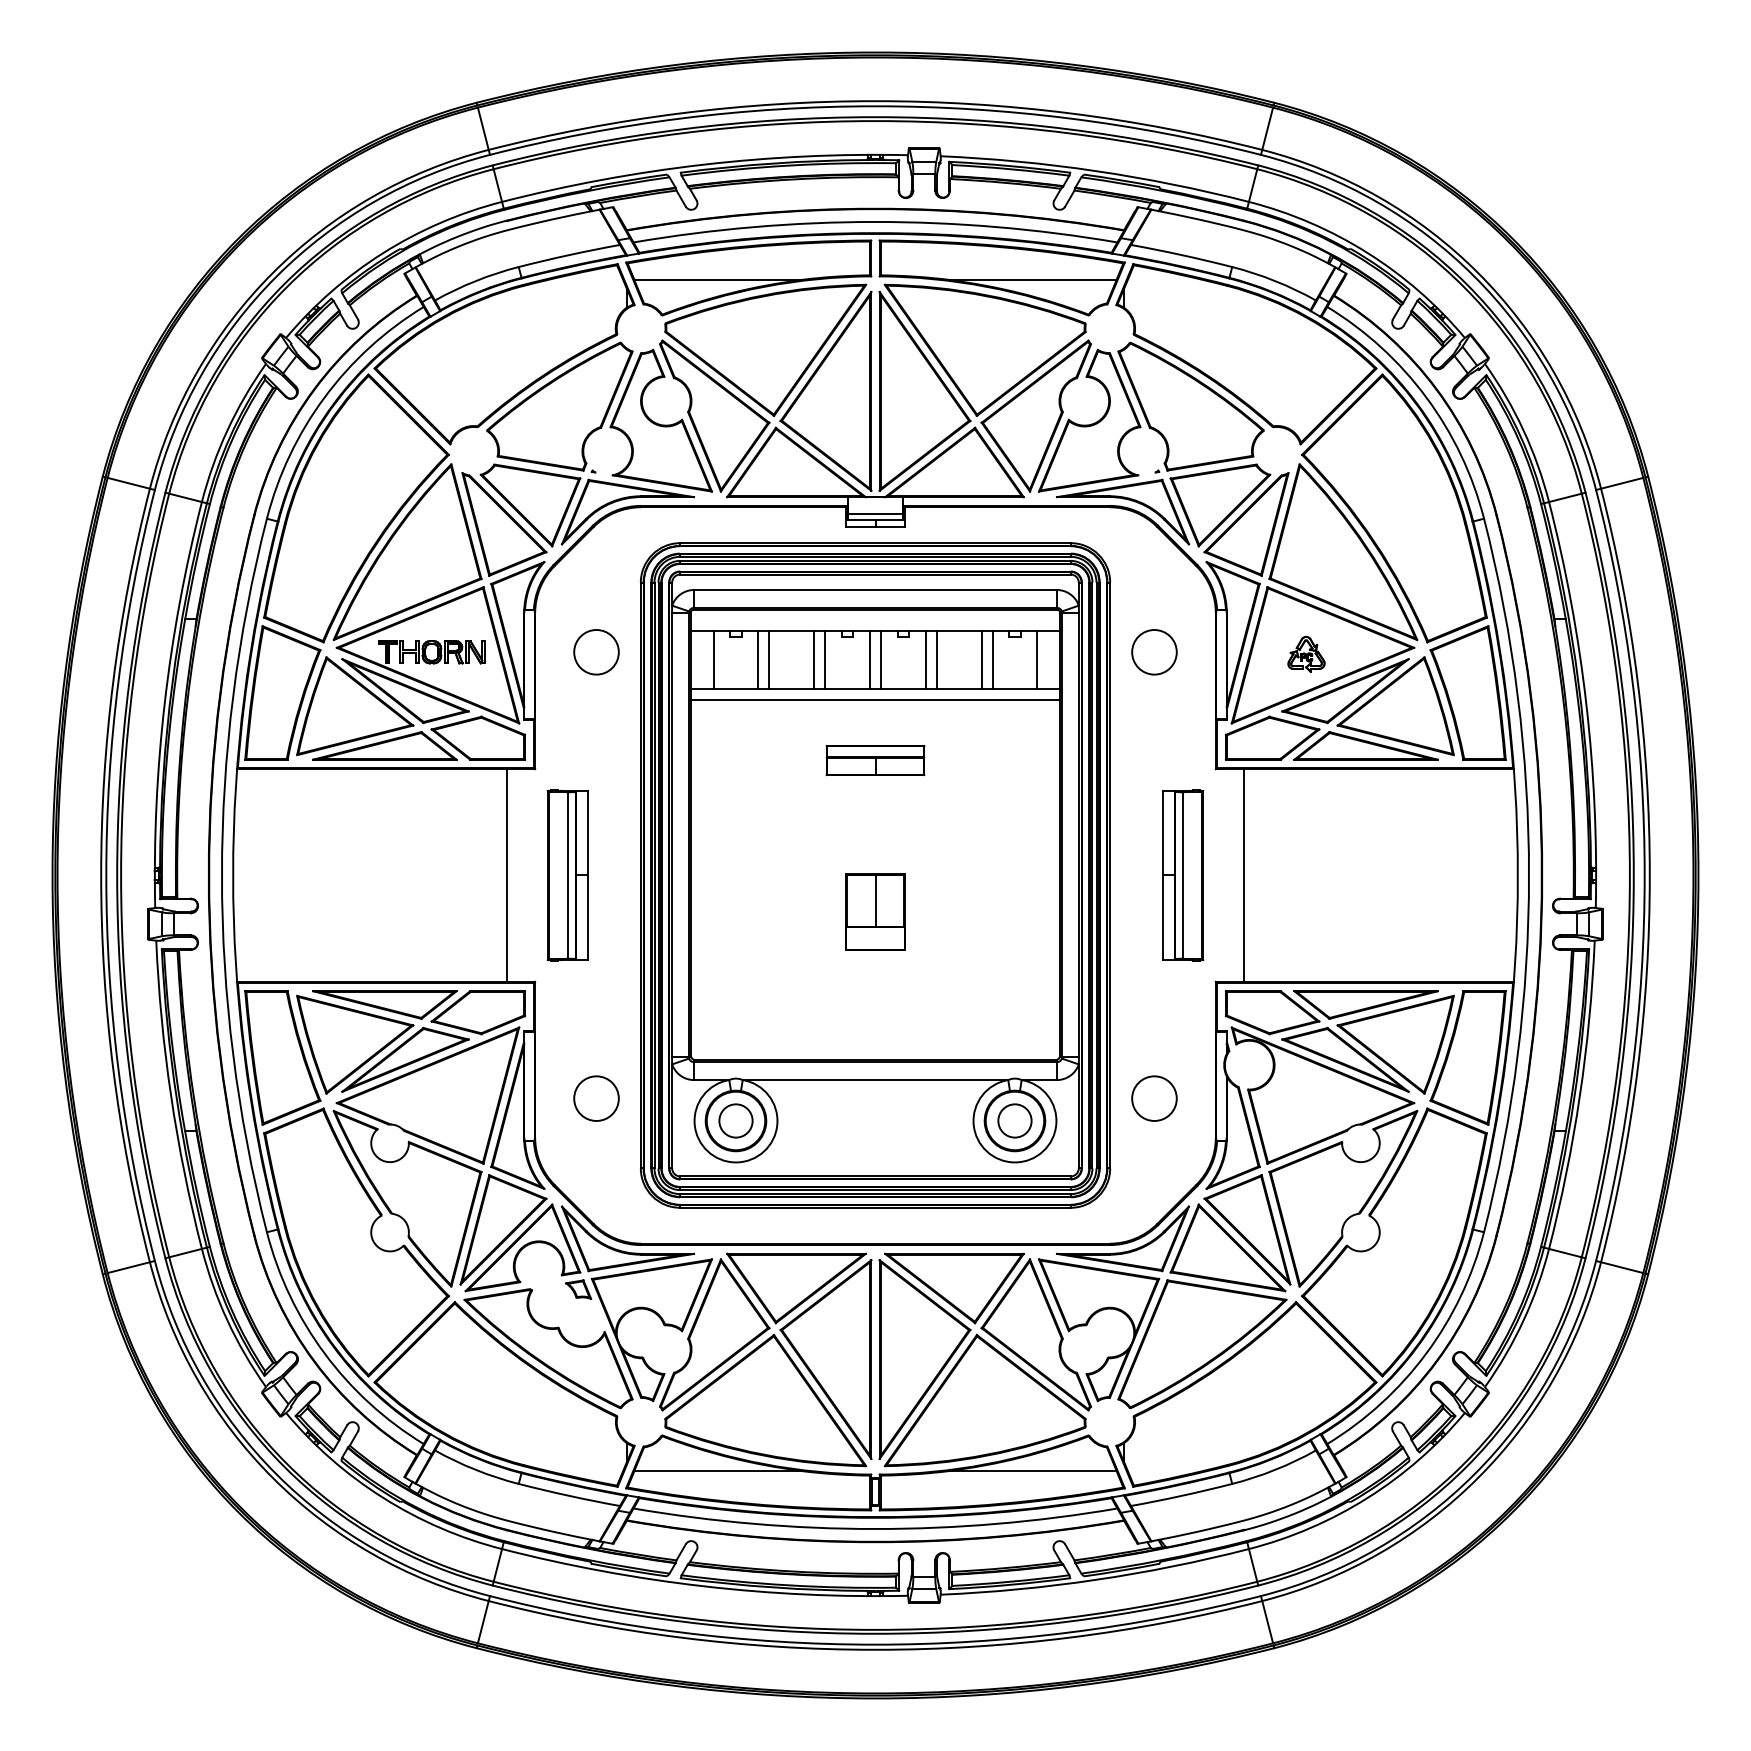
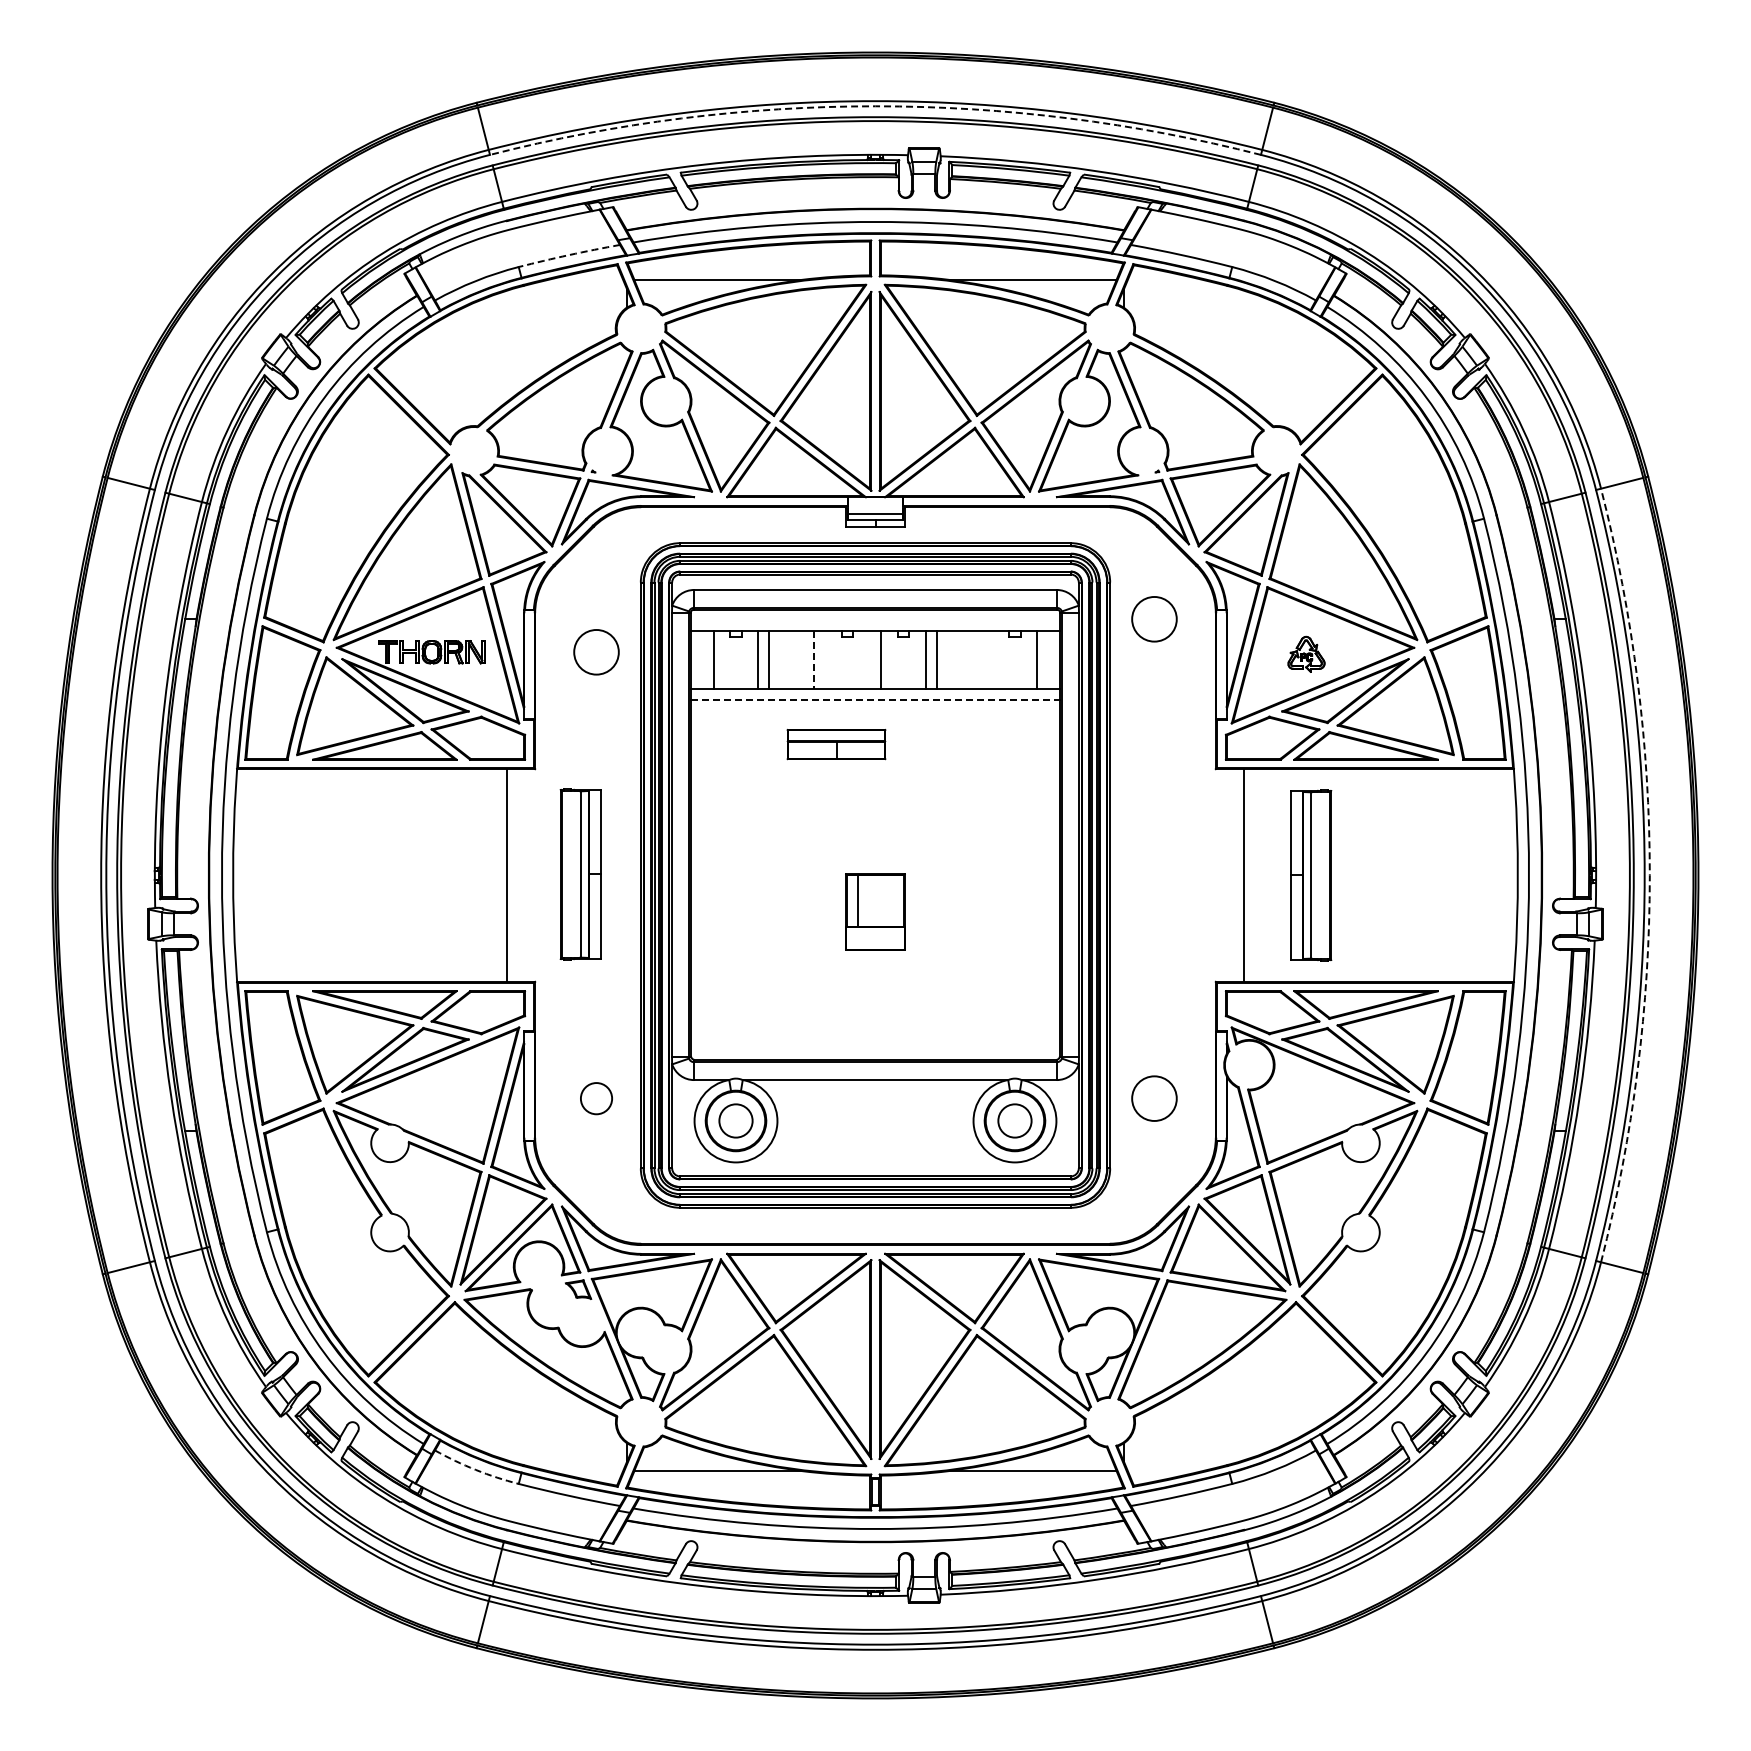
arc at (875, 106): solid -> dashed
arc at (569, 255): solid -> dashed
circle at (1154, 652) position: (1154, 652) -> (1154, 619)
line at (814, 660): solid -> dashed
line at (825, 660): present -> none
line at (869, 660): present -> none
line at (981, 660): present -> none
line at (992, 660): present -> none
line at (875, 700): solid -> dashed
part at (875, 760) position: (875, 760) -> (836, 744)
part at (567, 875) position: (567, 875) -> (580, 874)
part at (1183, 875) position: (1183, 875) -> (1311, 875)
arc at (1649, 875): solid -> dashed
line at (875, 900) position: (875, 900) -> (857, 900)
circle at (596, 1098) diameter: 45 px -> 31 px
arc at (475, 1469): solid -> dashed
